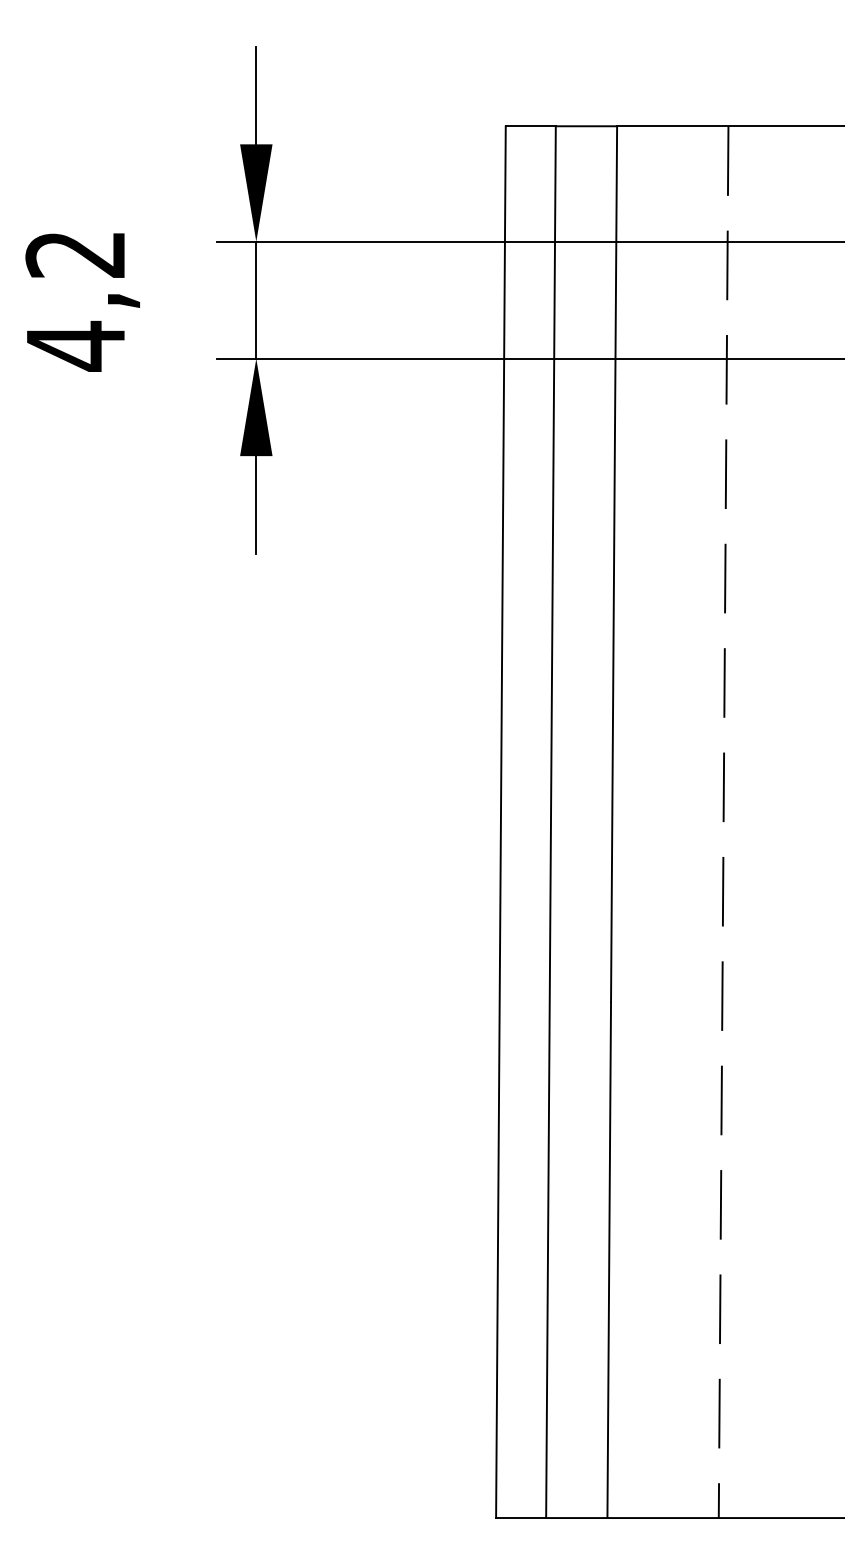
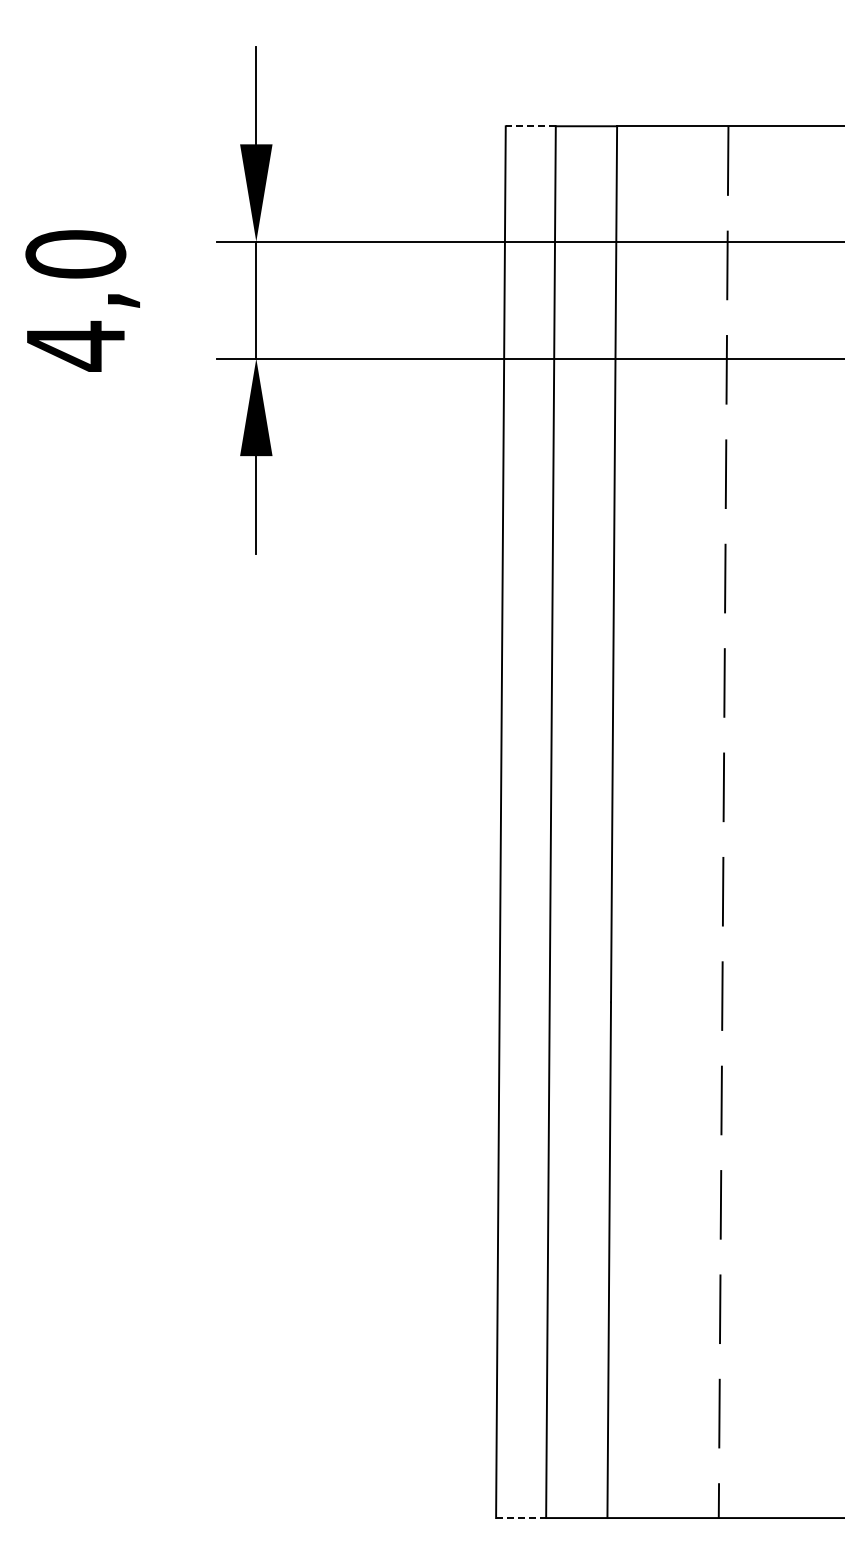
line at (530, 126): solid -> dashed
text at (75, 254): 4,2 -> 4,0
line at (521, 1518): solid -> dashed
